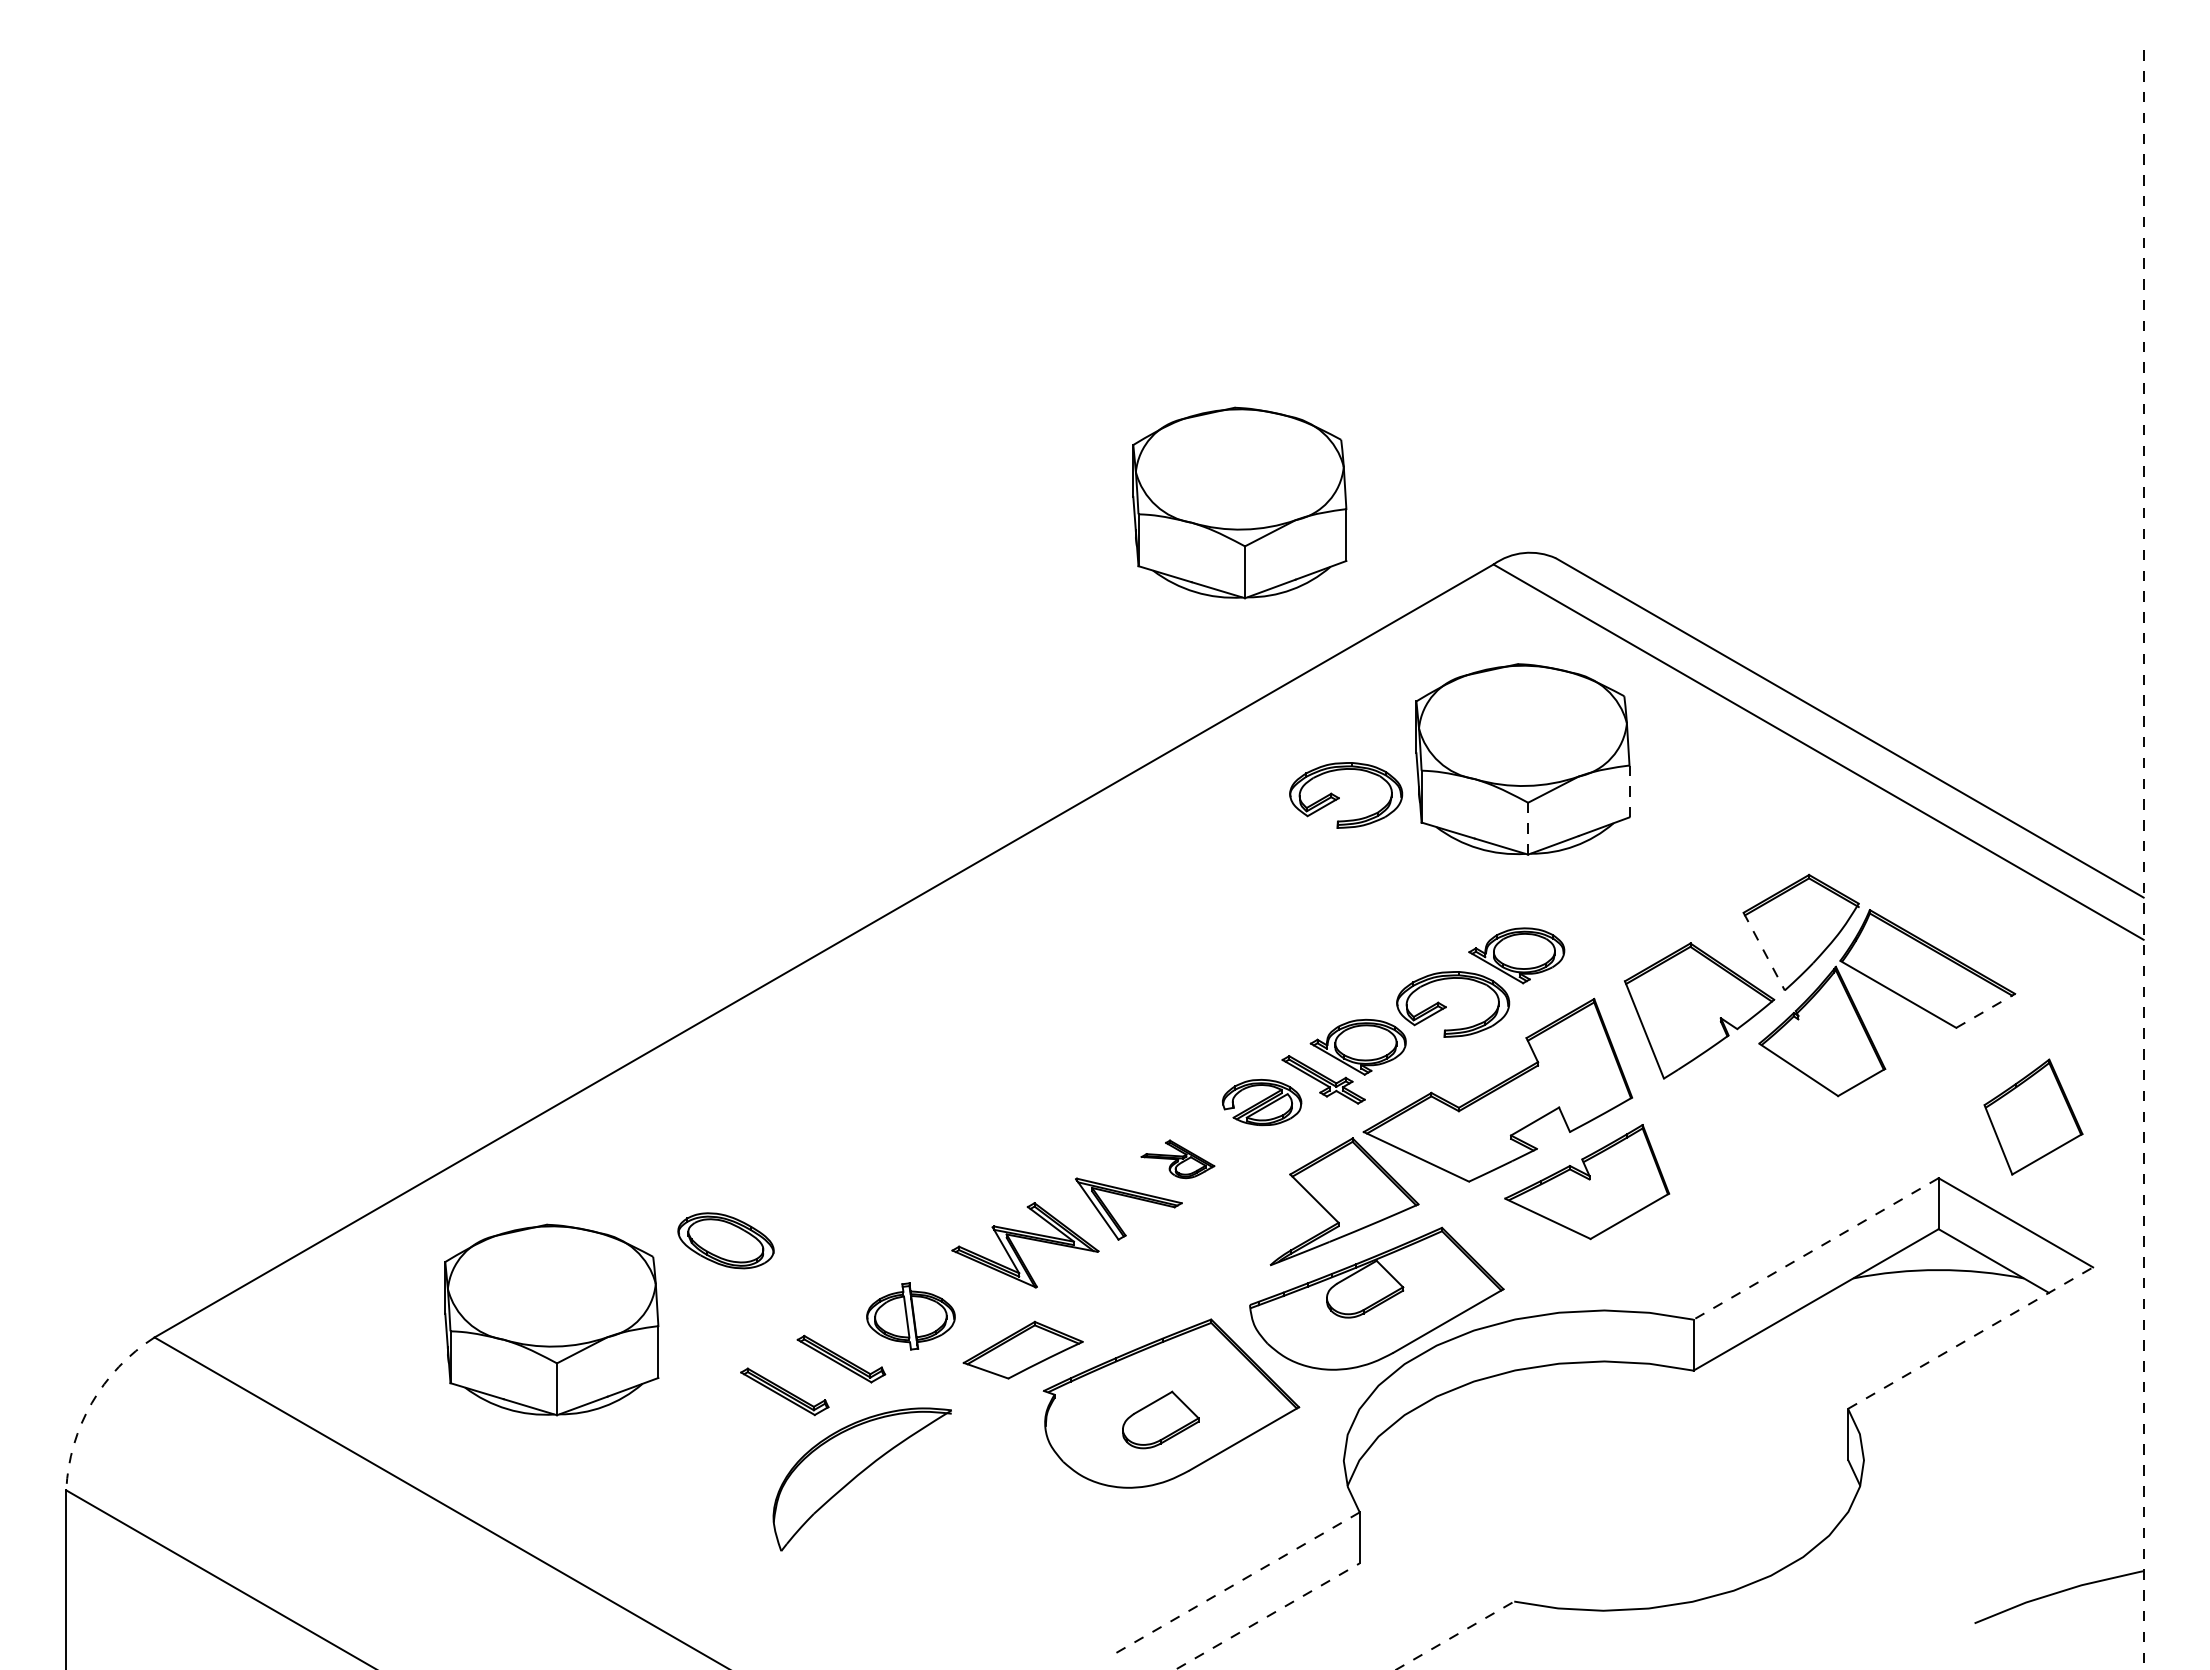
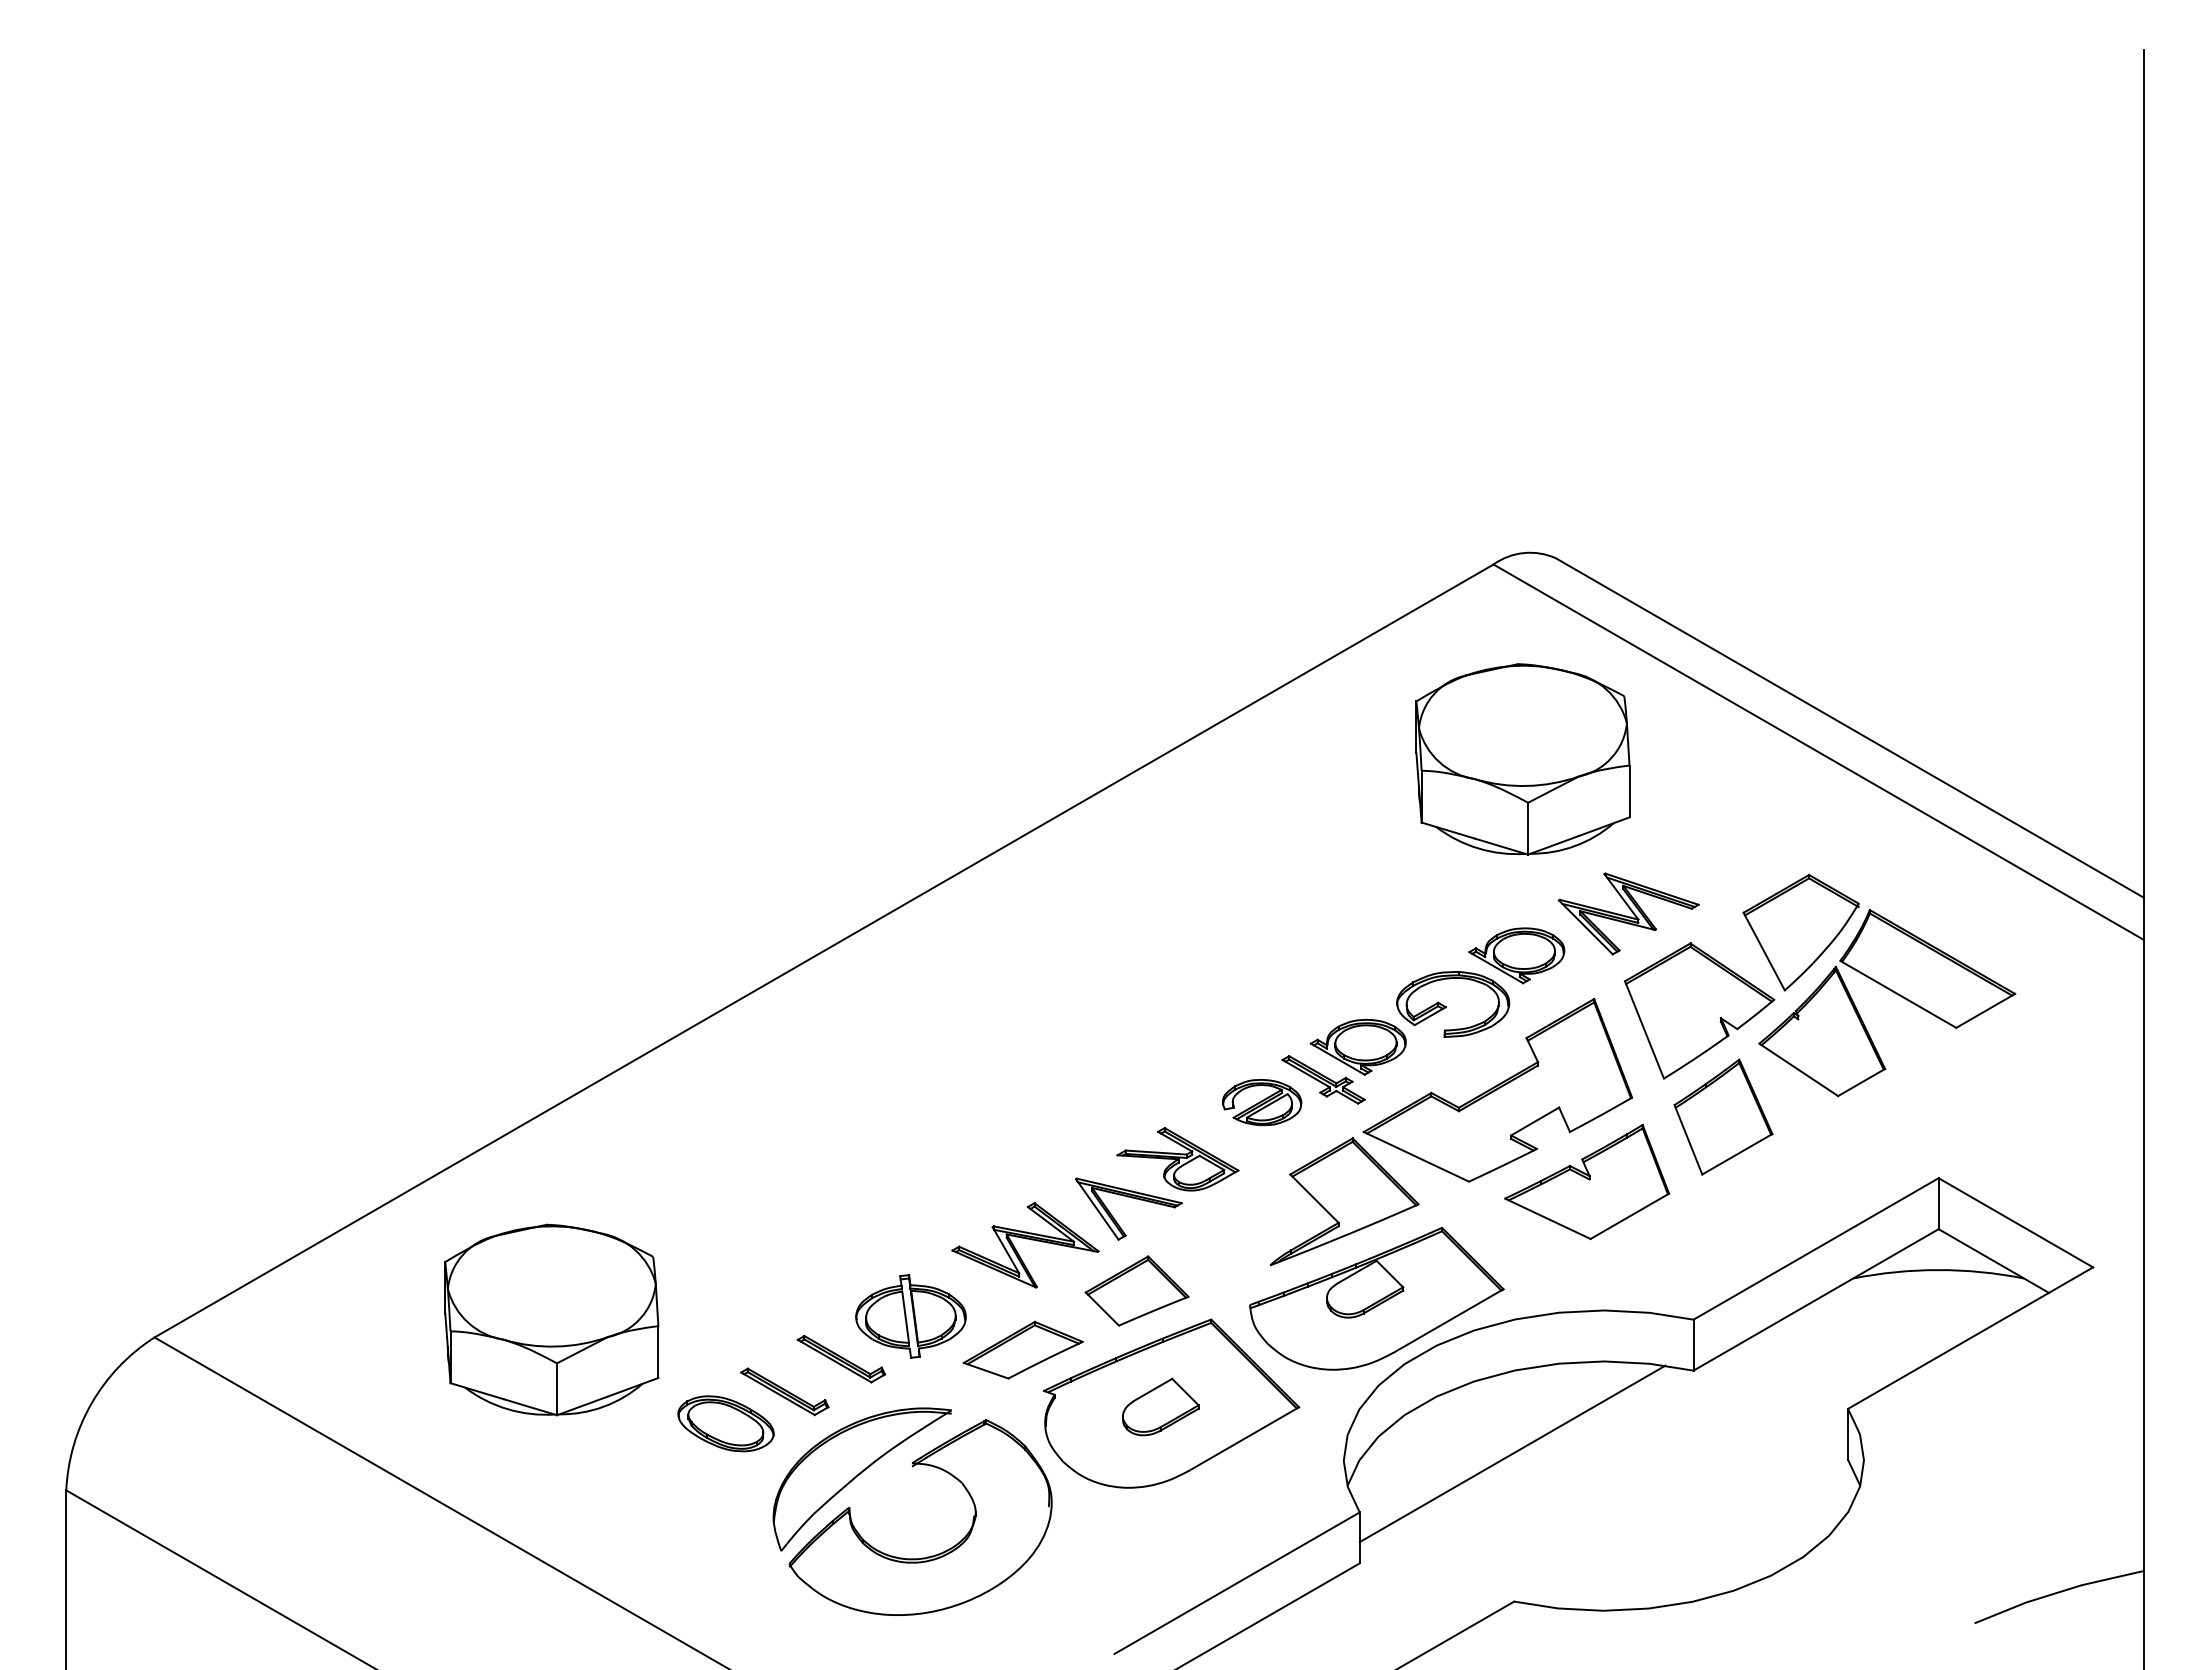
part at (1239, 502): present -> none
line at (1629, 791): dashed -> solid
part at (1339, 797): present -> none
line at (1528, 828): dashed -> solid
line at (2143, 859): dashed -> solid
part at (1628, 913): none -> present
line at (1764, 951): dashed -> solid
line at (1985, 1010): dashed -> solid
part at (2033, 1116) position: (2033, 1116) -> (1723, 1116)
part at (1177, 1159) size: 76x41 px -> 124x65 px
part at (725, 1240) position: (725, 1240) -> (725, 1423)
line at (1815, 1249): dashed -> solid
part at (1136, 1290): none -> present
part at (910, 1316) size: 90x69 px -> 112x85 px
line at (1971, 1337): dashed -> solid
arc at (91, 1403): dashed -> solid
part at (1160, 1419) position: (1160, 1419) -> (1160, 1406)
line at (1512, 1453): none -> present
part at (931, 1555): none -> present
line at (1236, 1583): dashed -> solid
line at (1267, 1616): dashed -> solid
line at (1455, 1635): dashed -> solid
